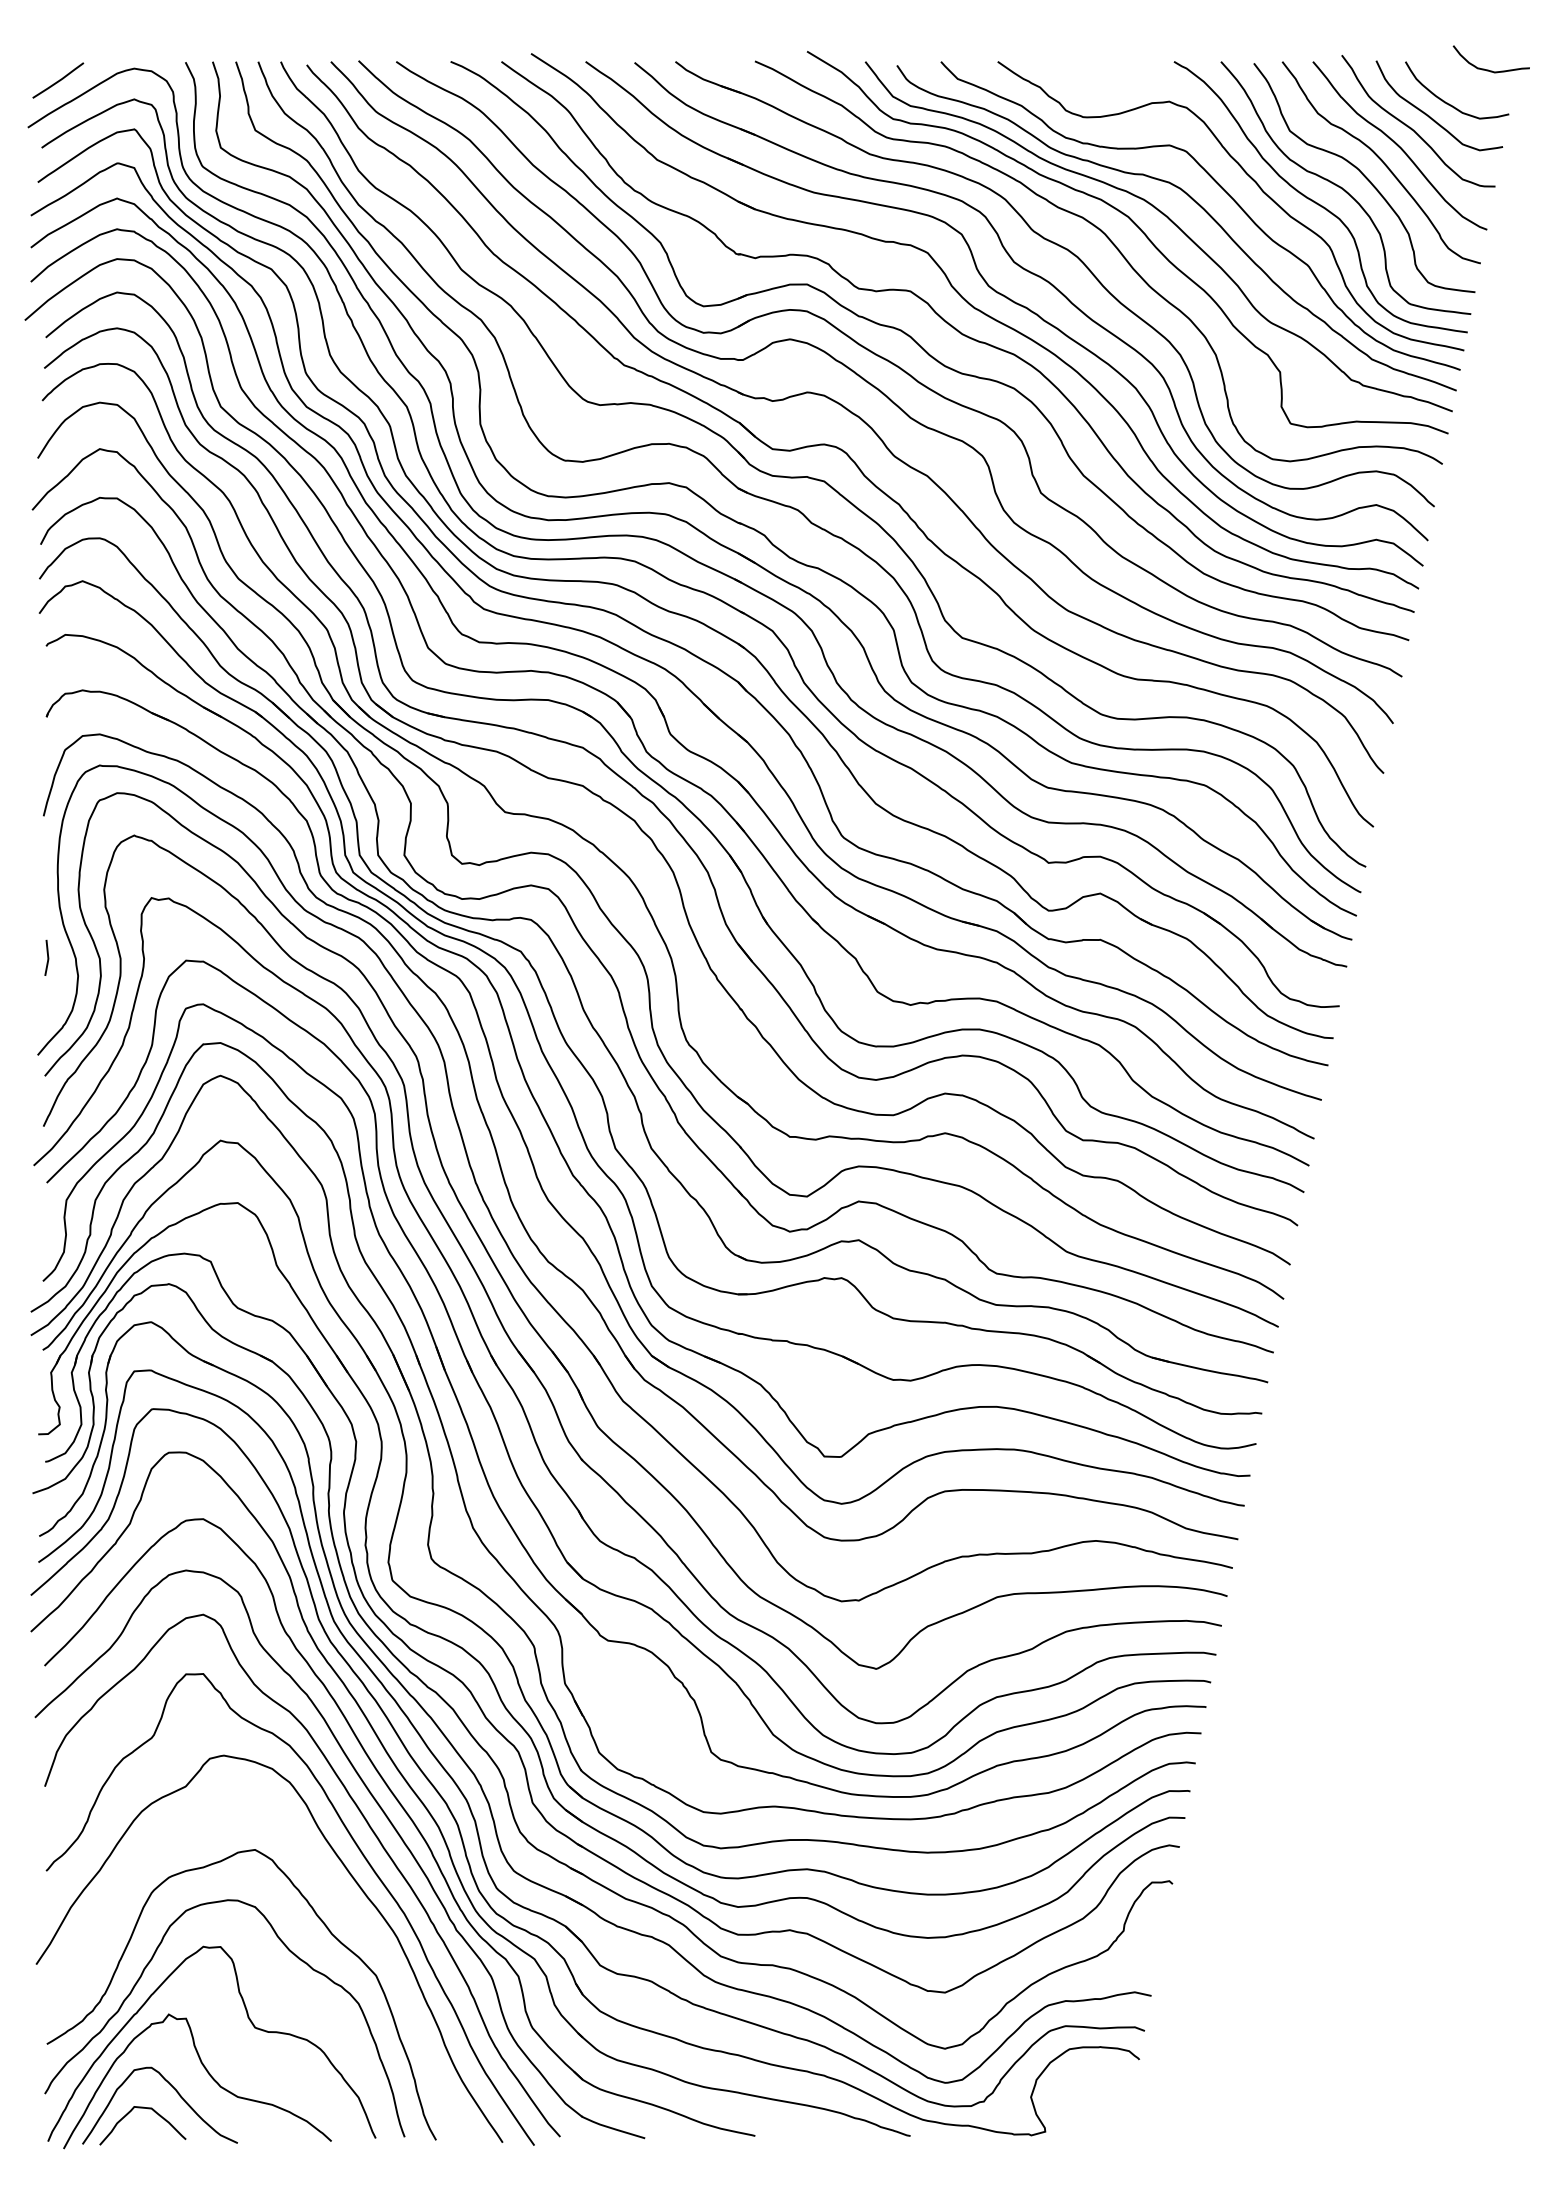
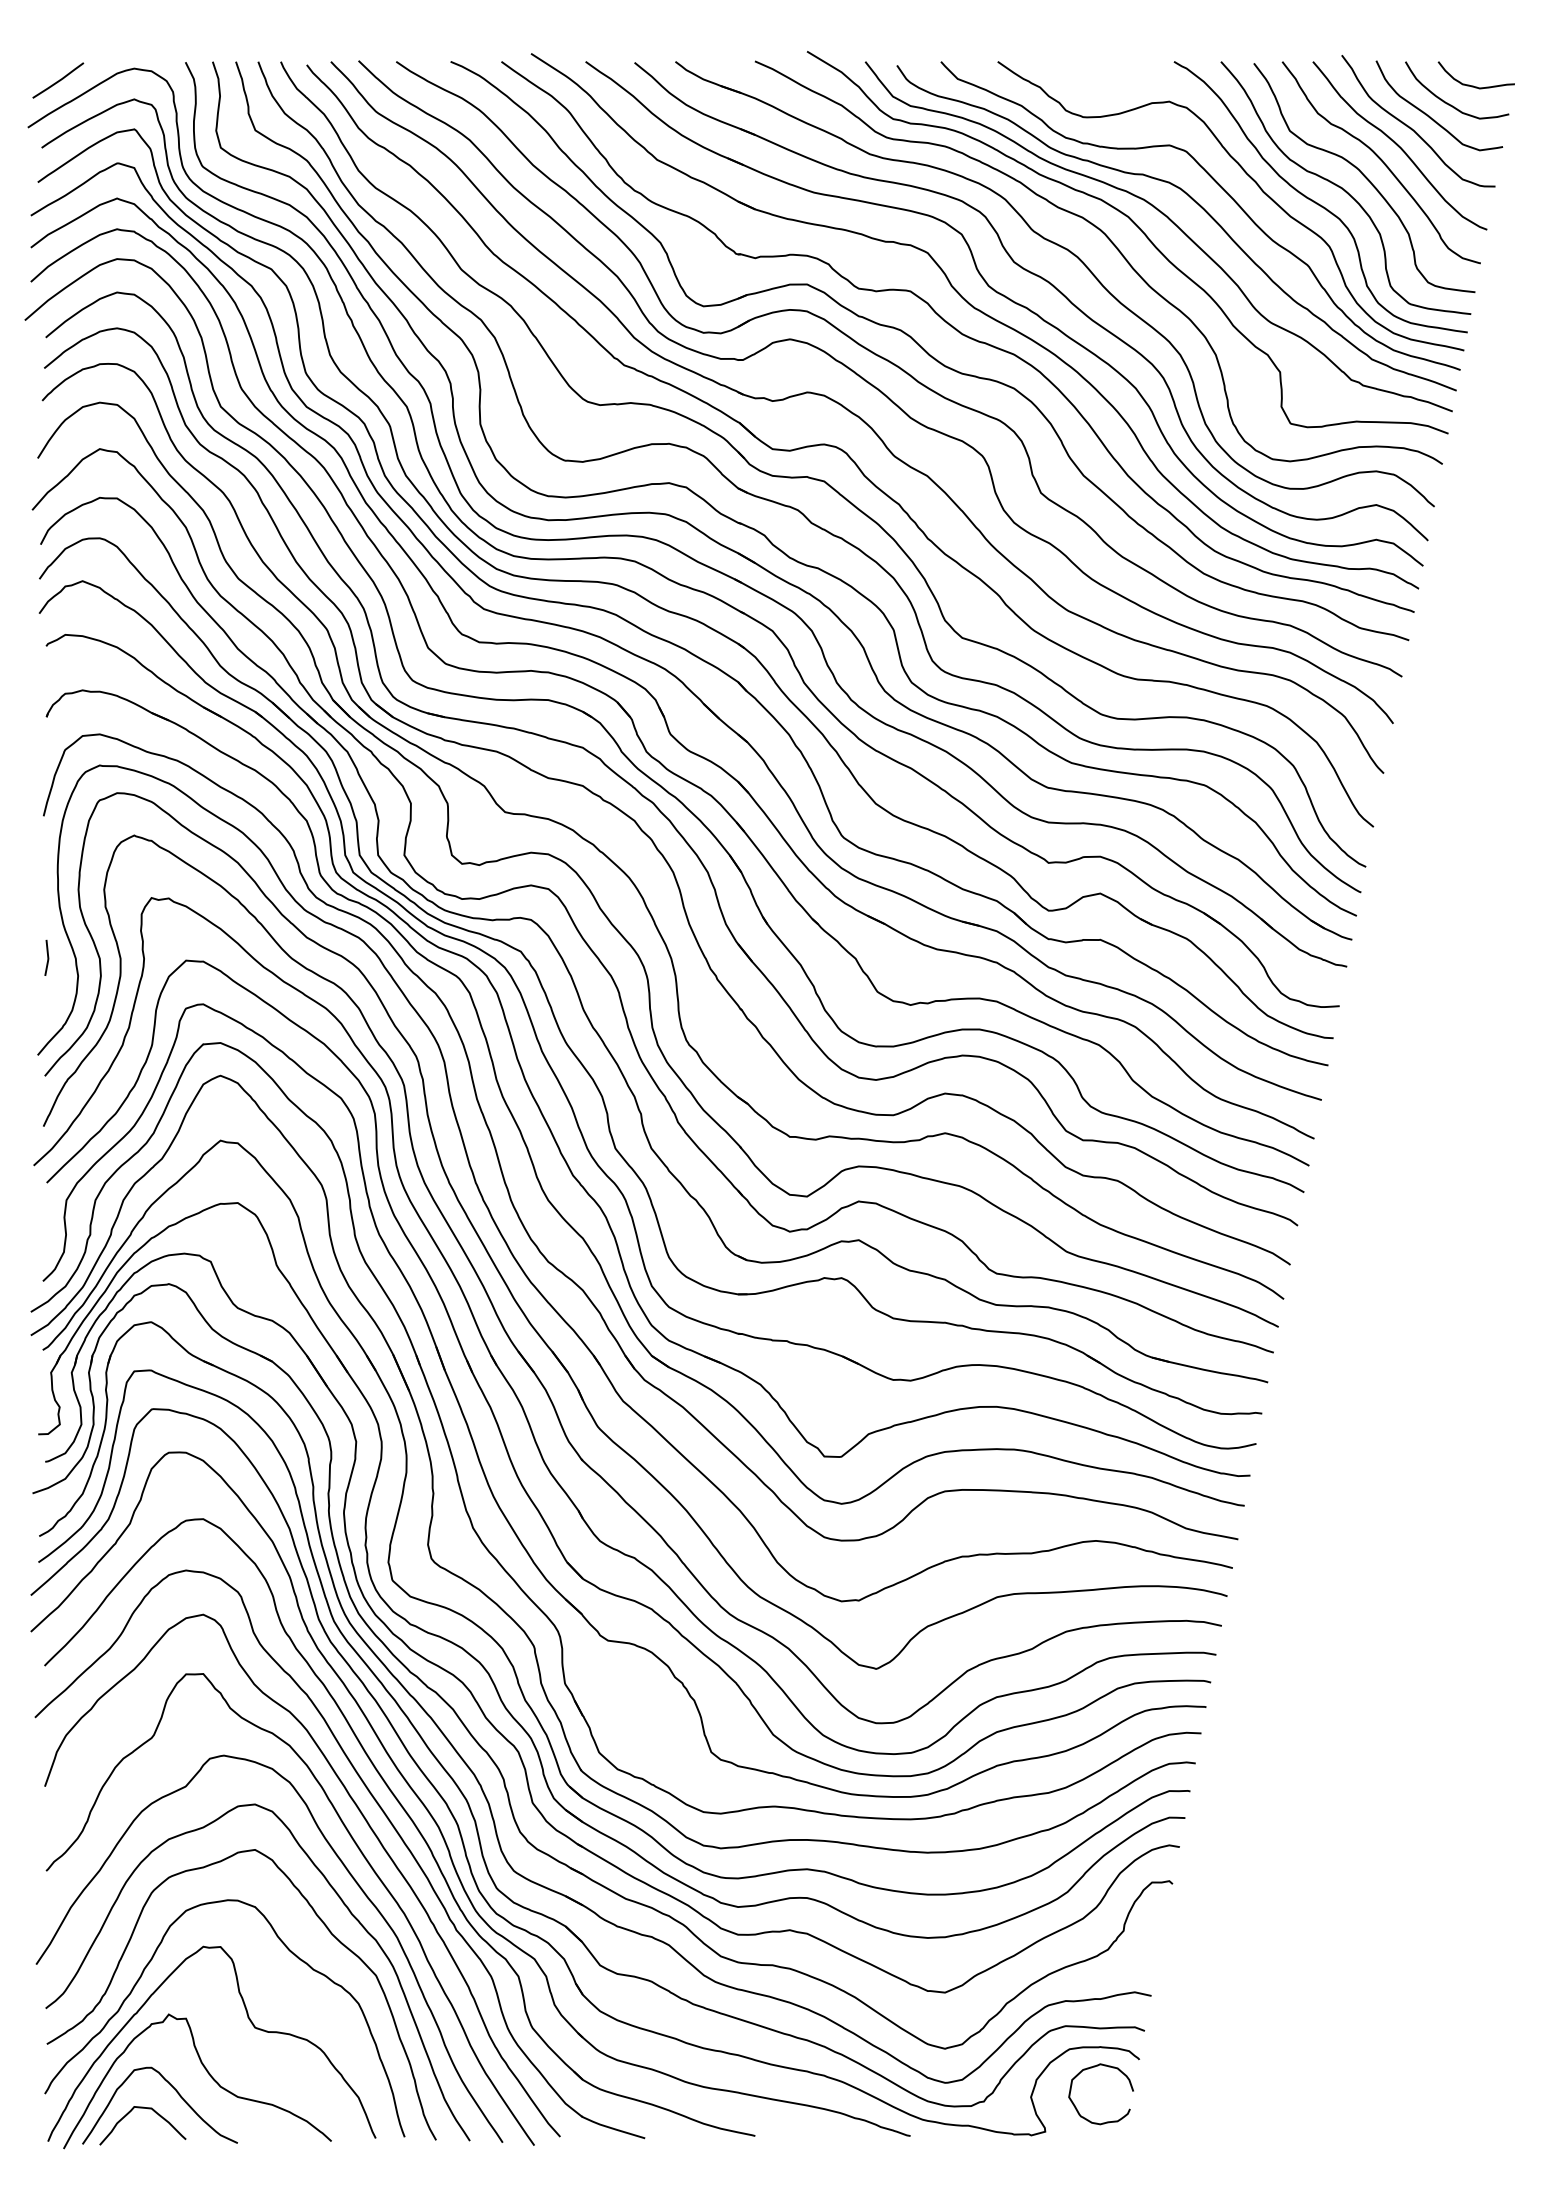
curve at (1488, 69) position: (1488, 69) -> (1473, 85)
curve at (343, 1904): none -> present
curve at (1077, 2108): none -> present
